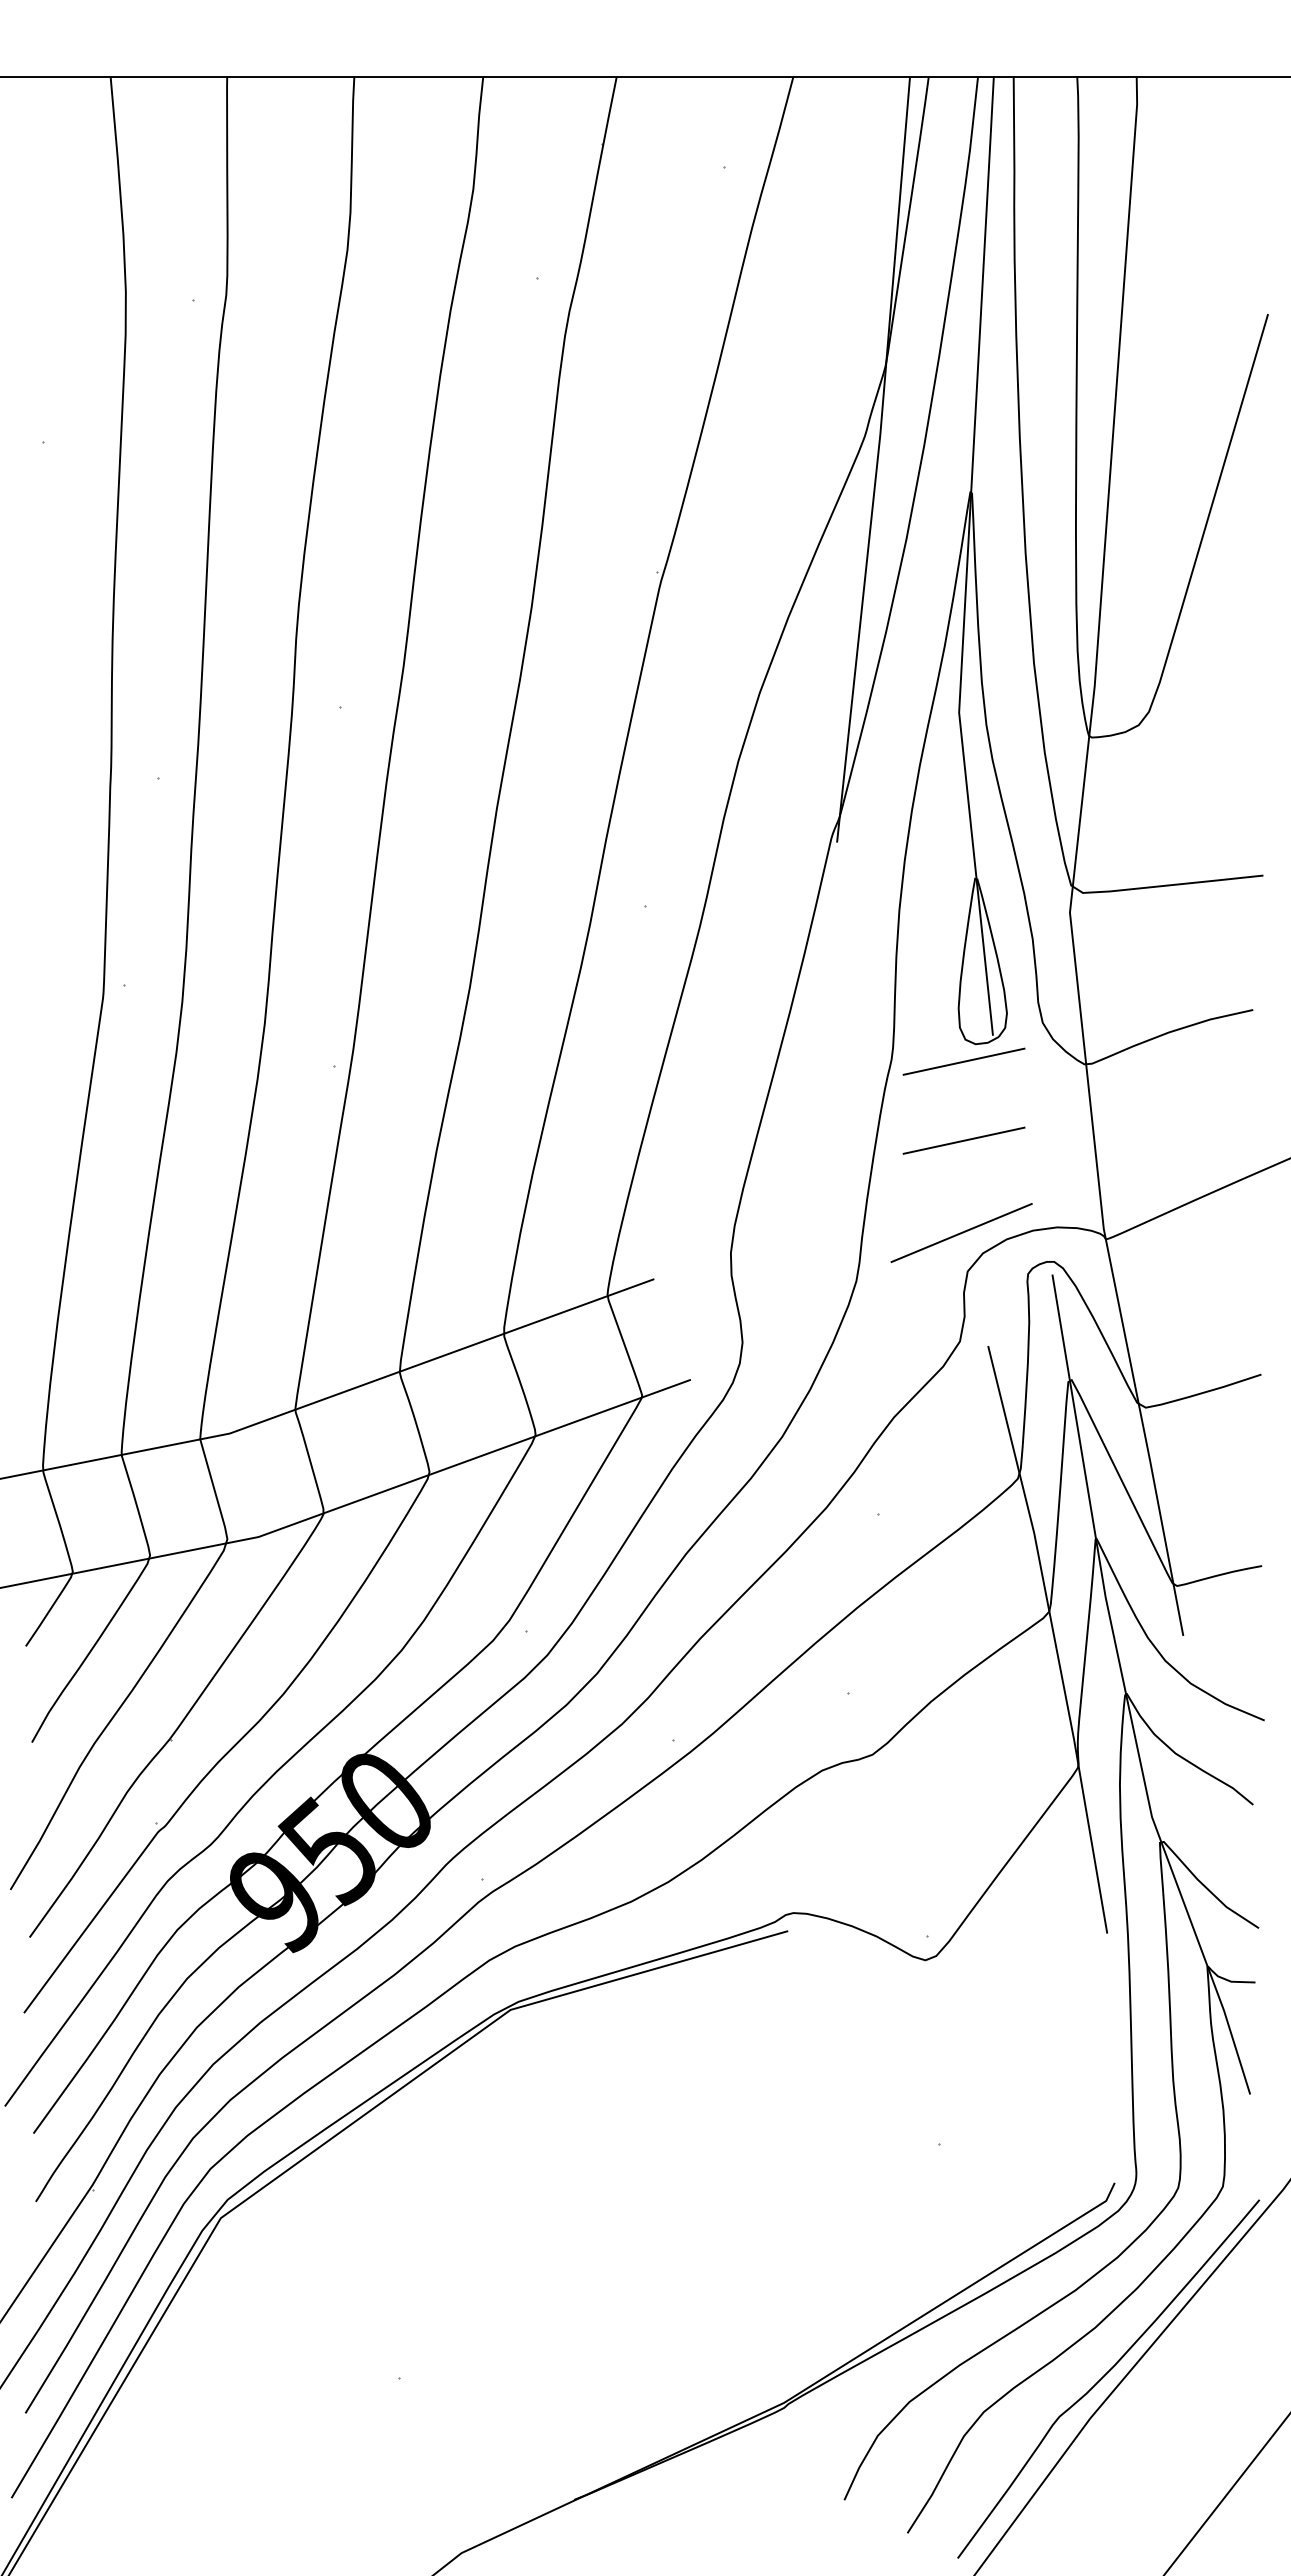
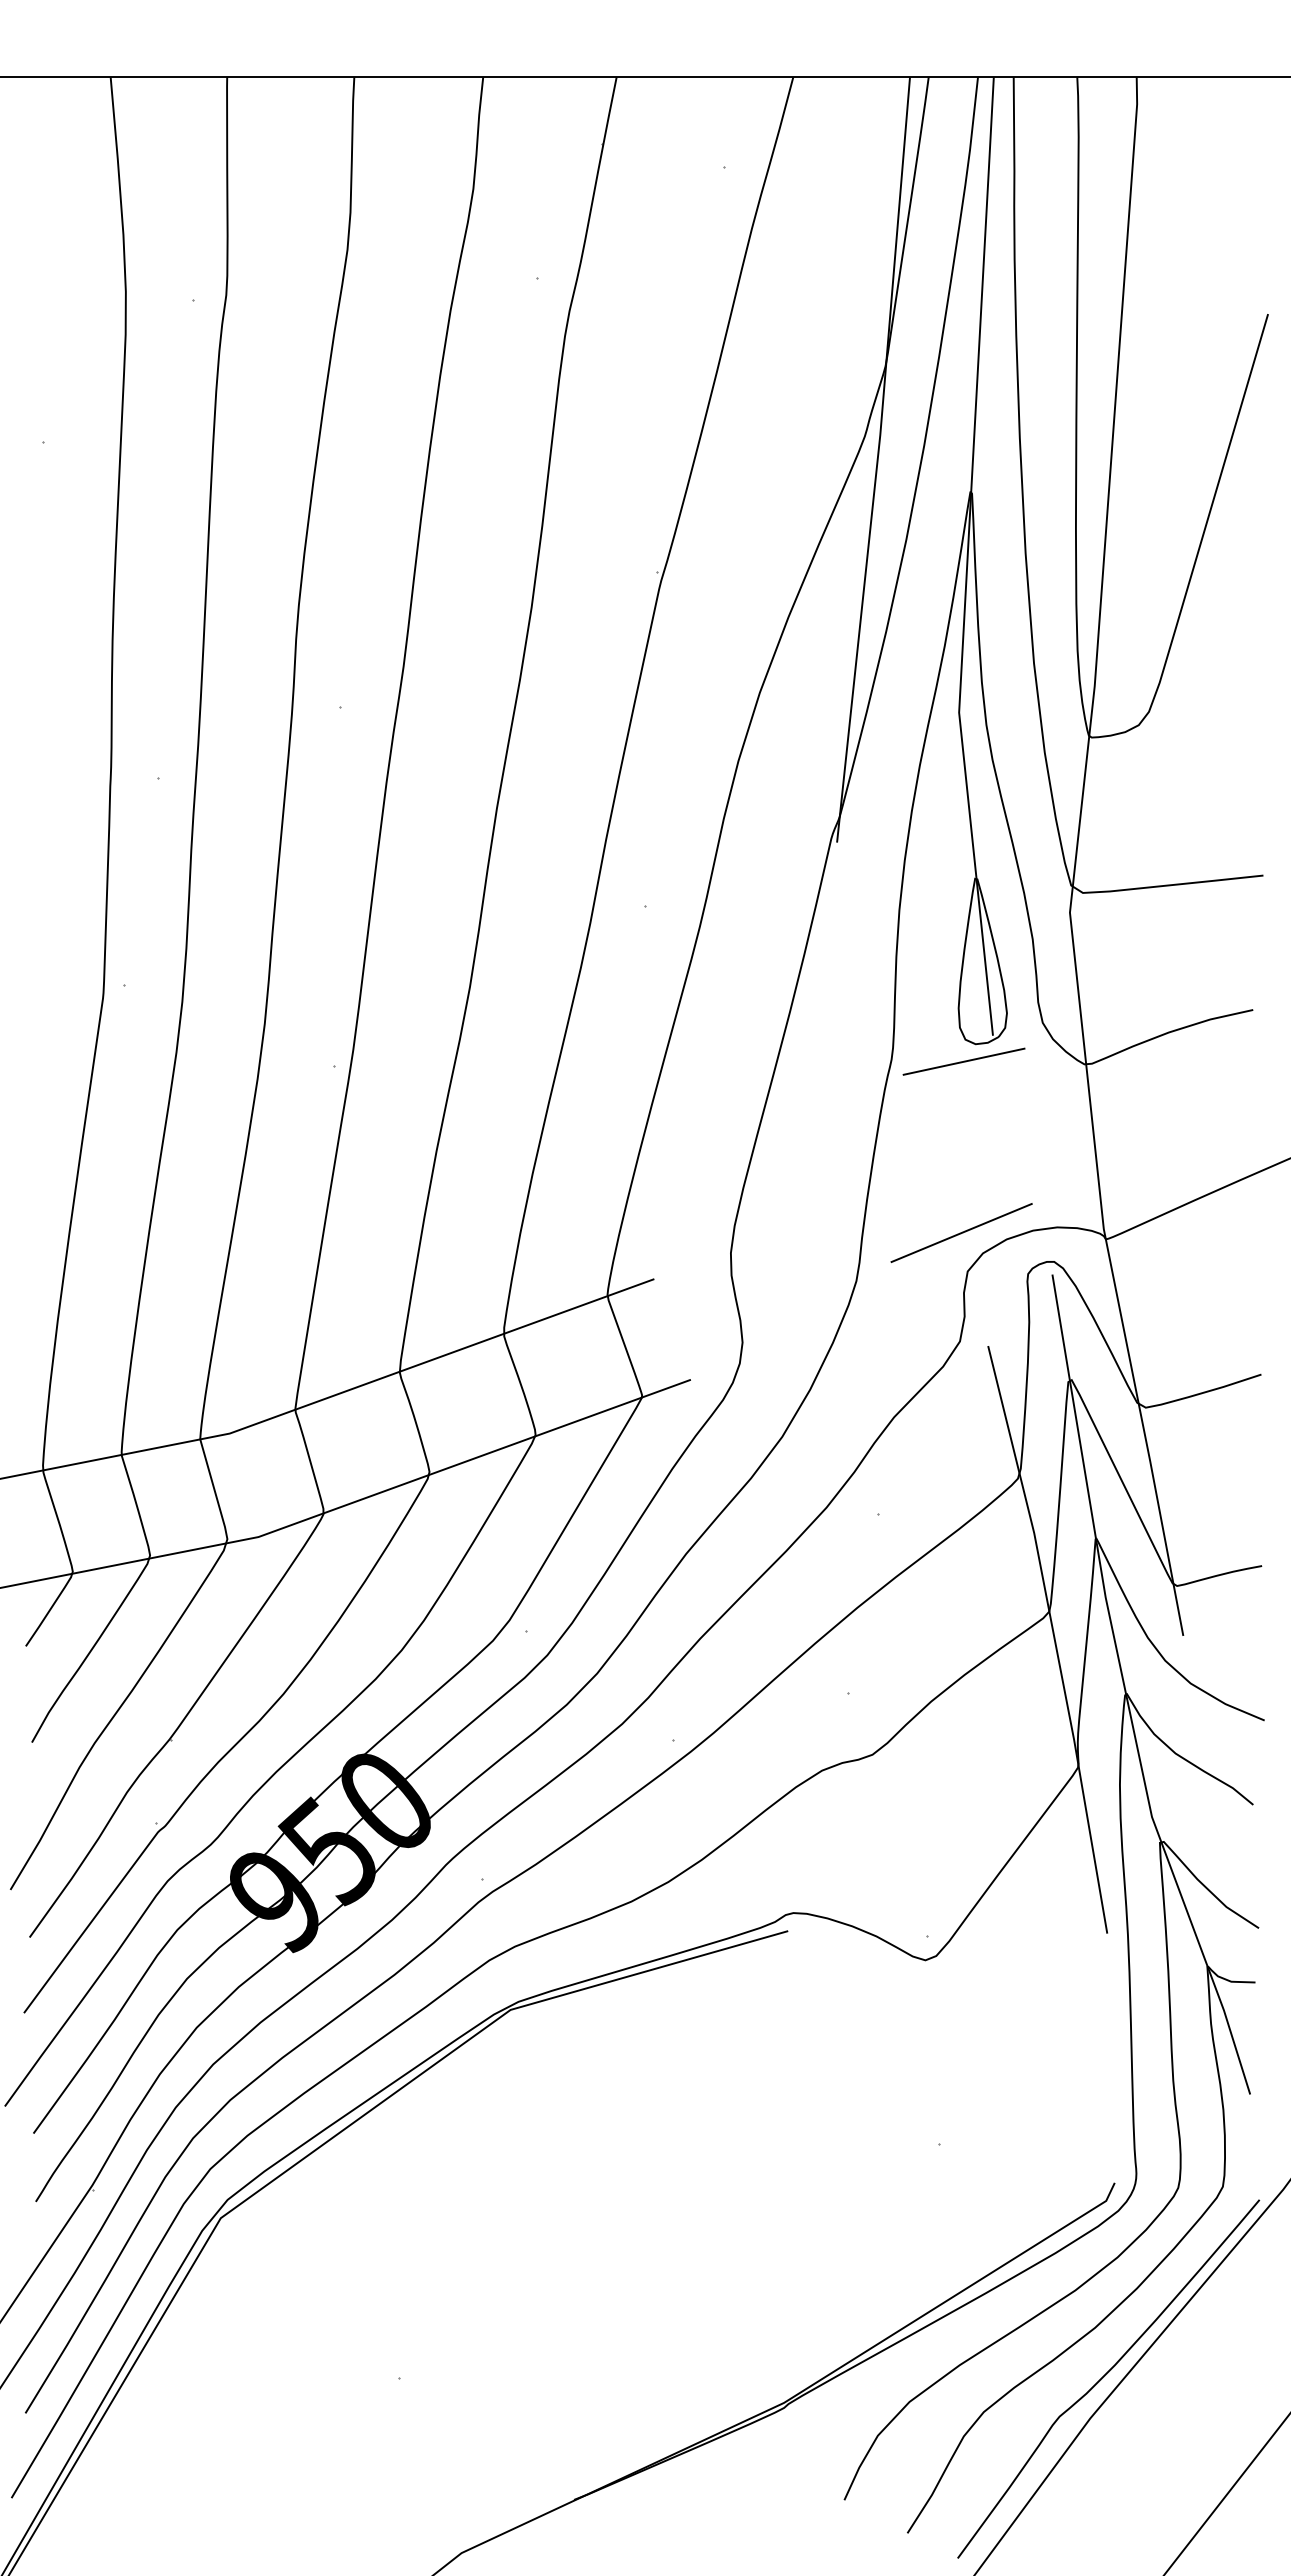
line at (963, 1140): present -> none
